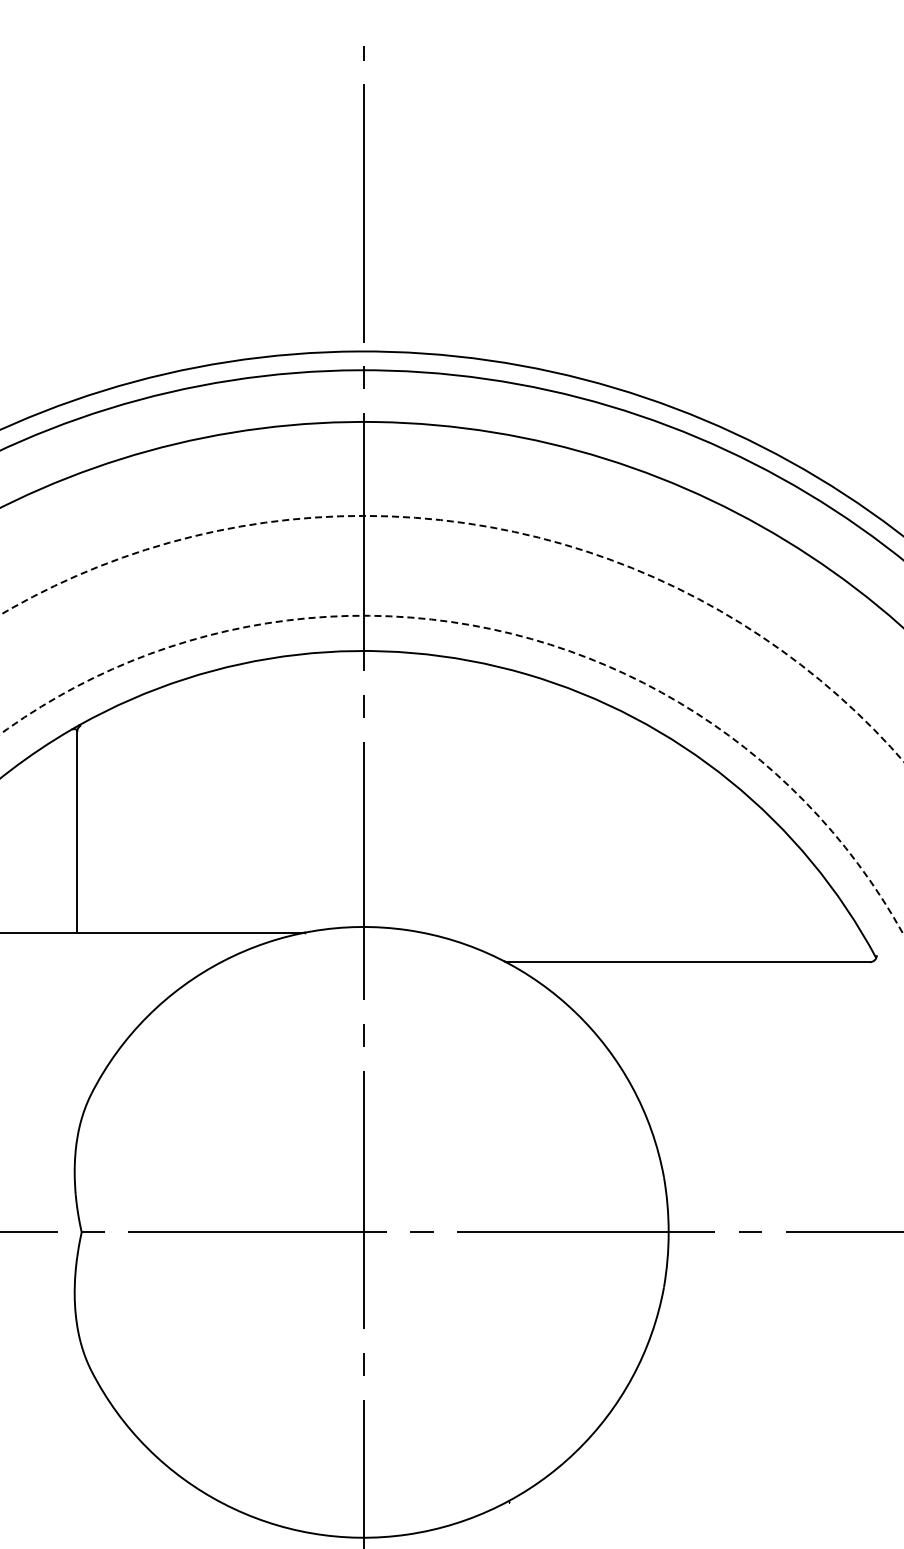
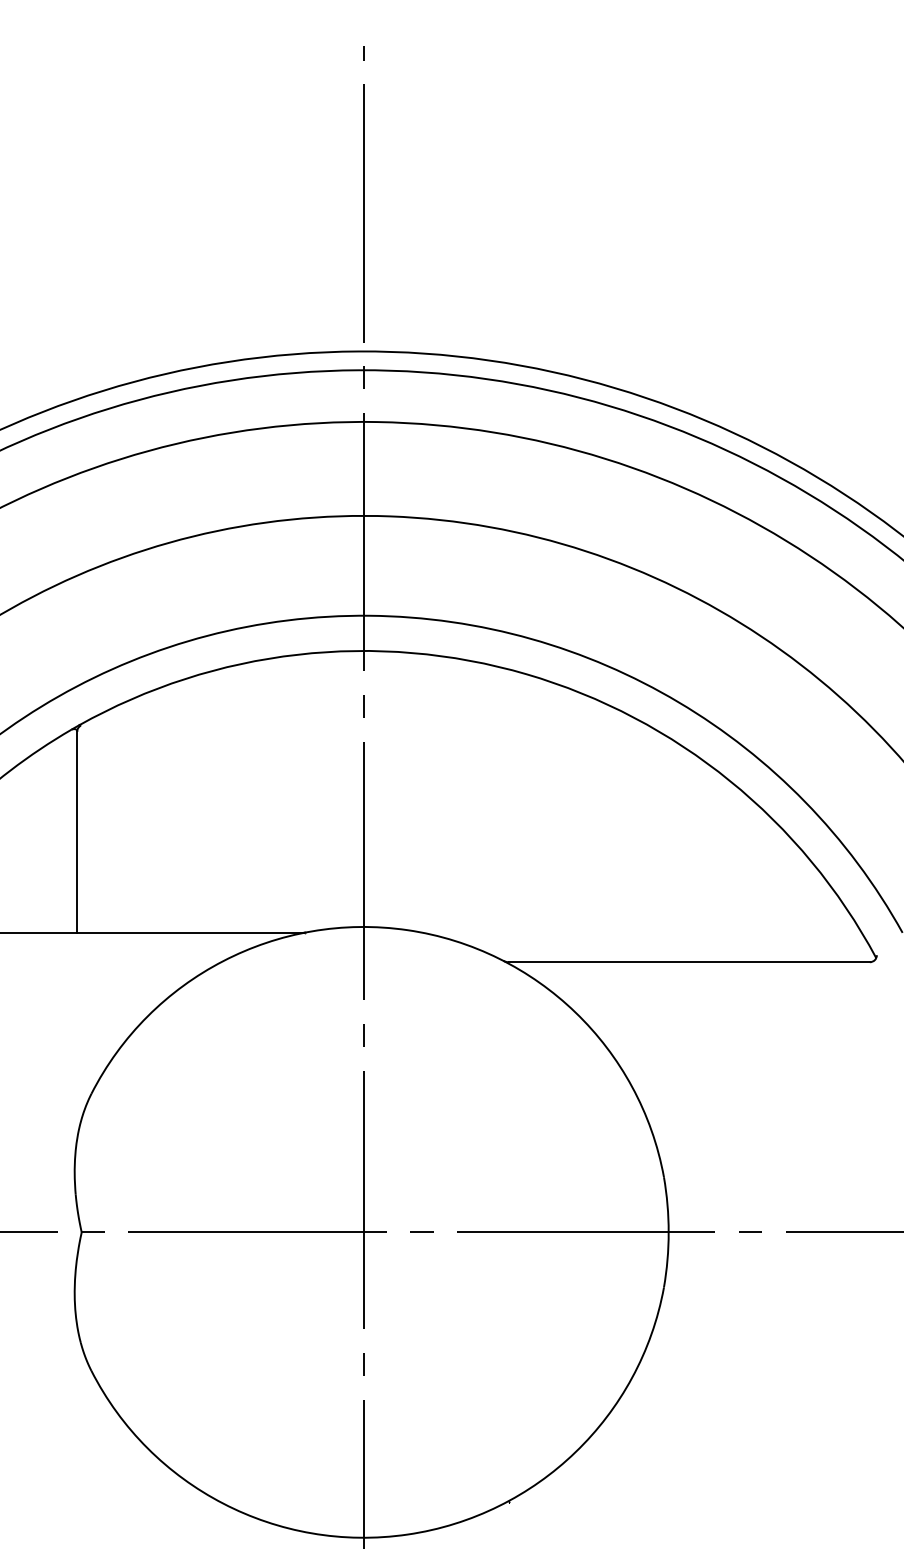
arc at (477, 525): dashed -> solid
arc at (496, 630): dashed -> solid
